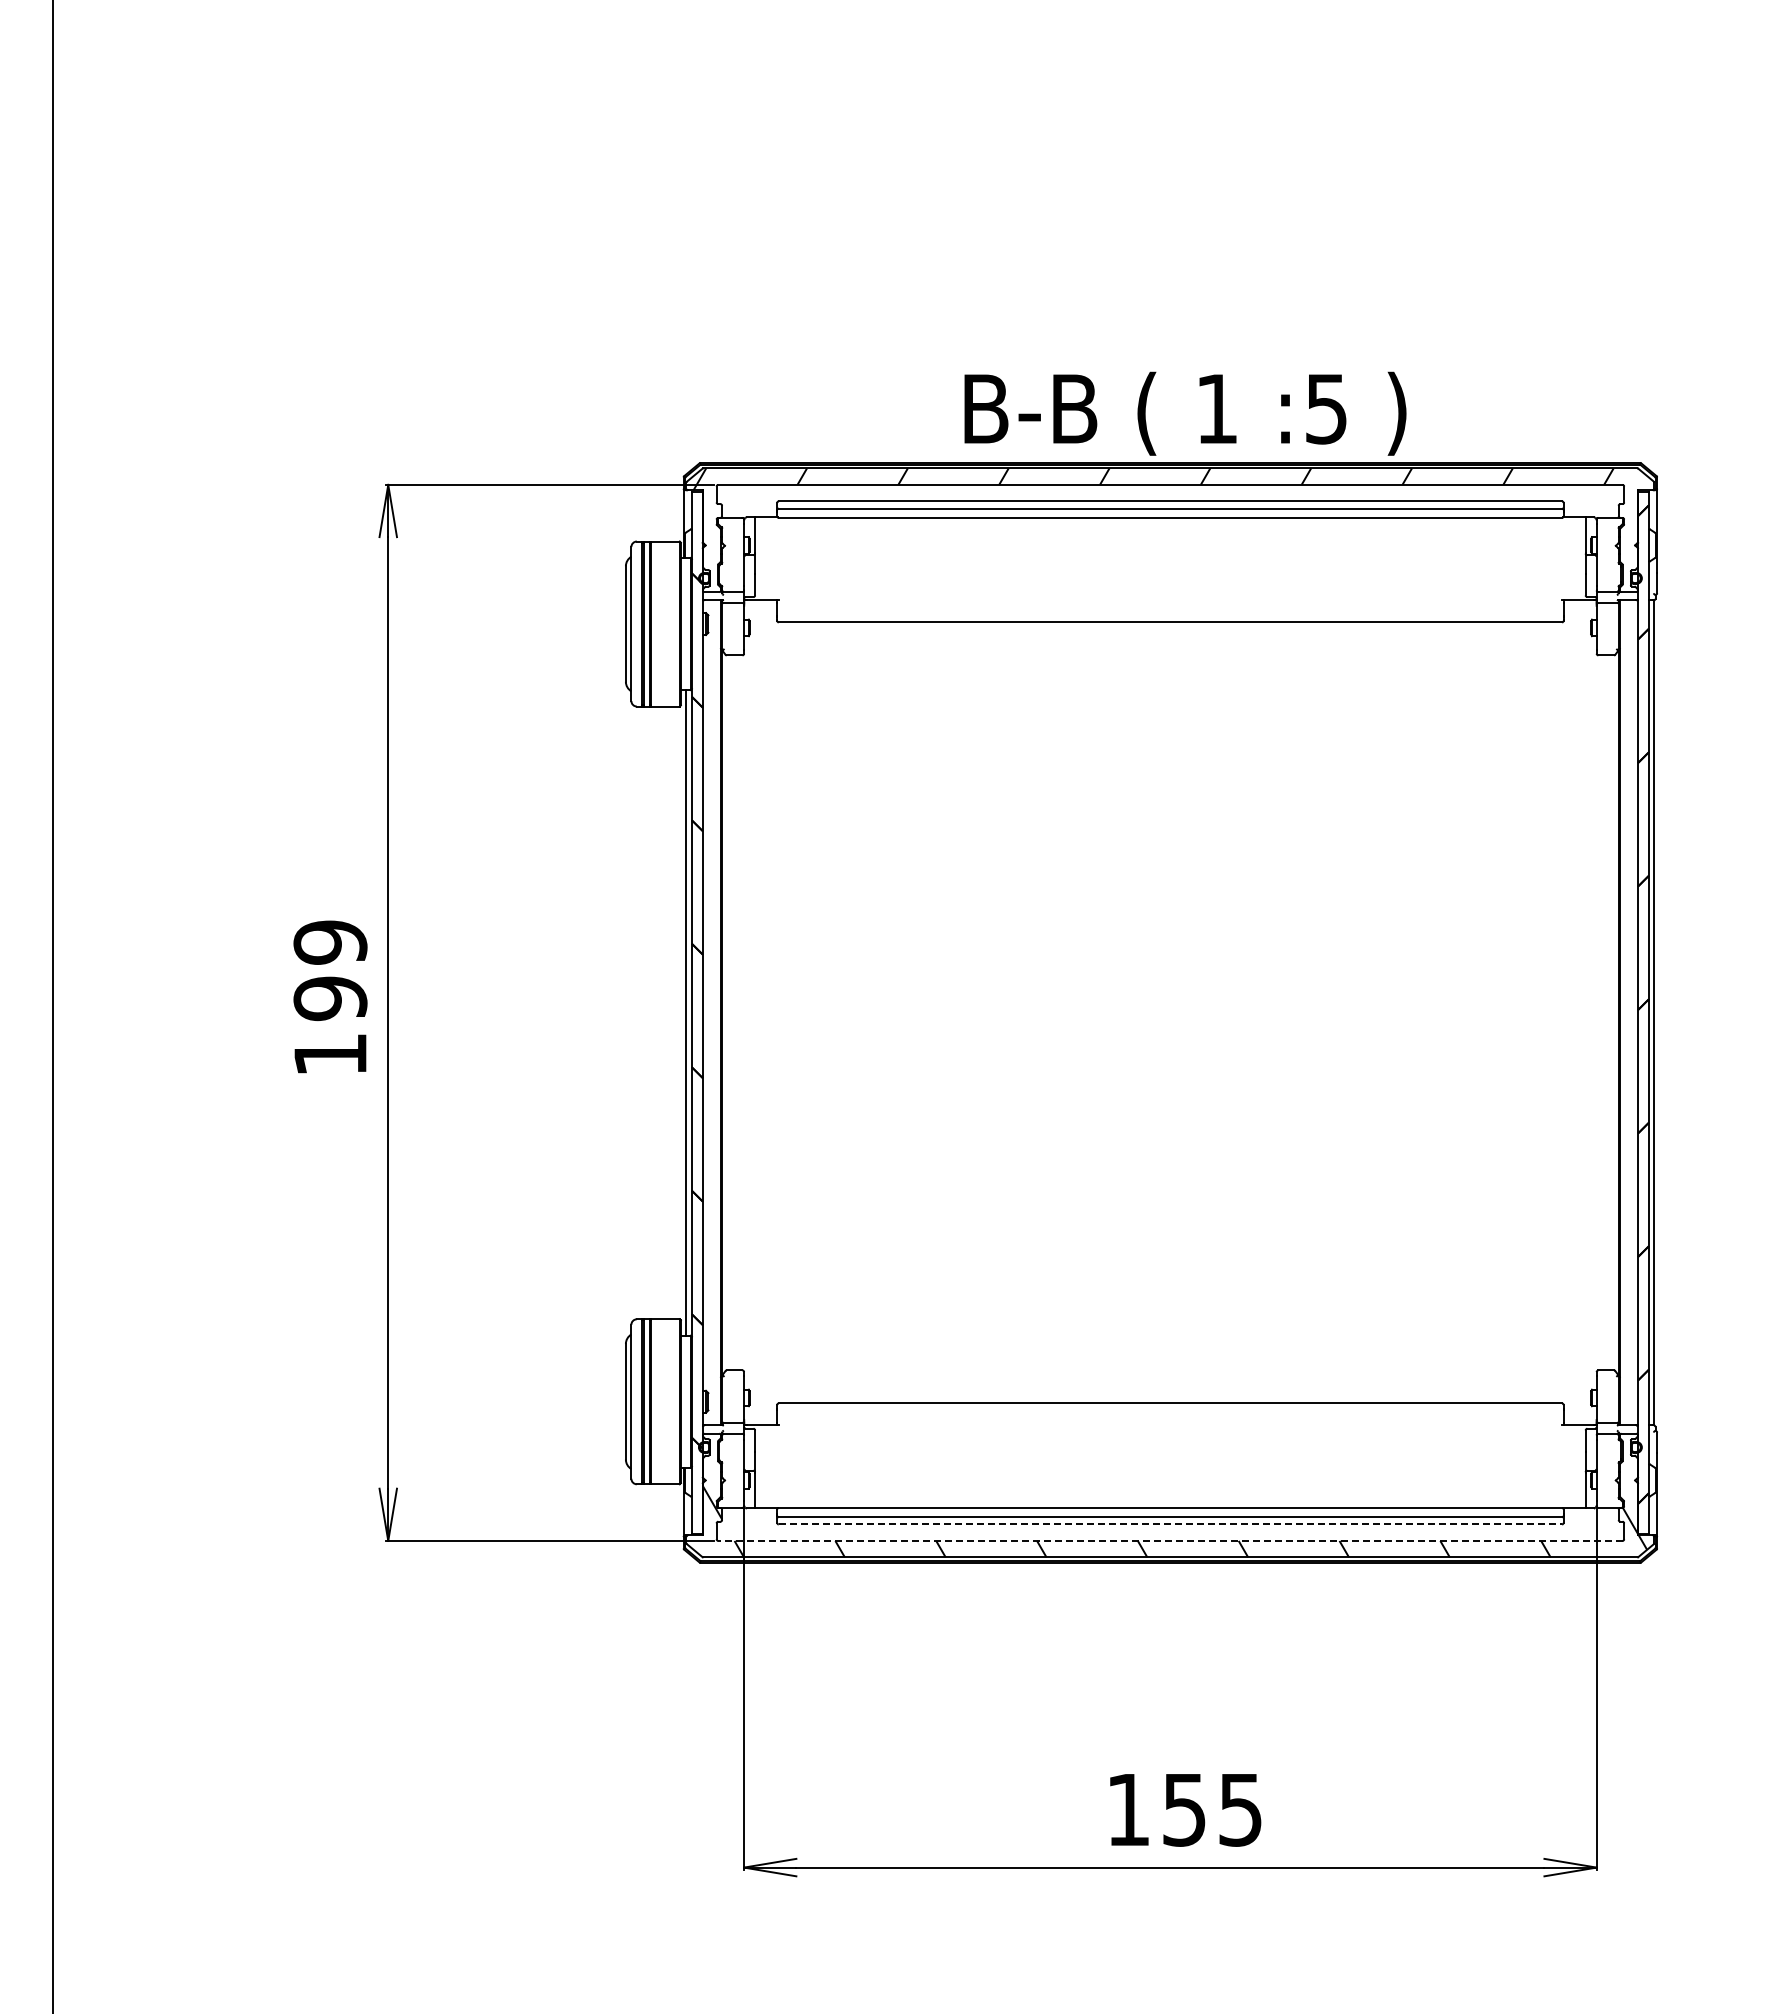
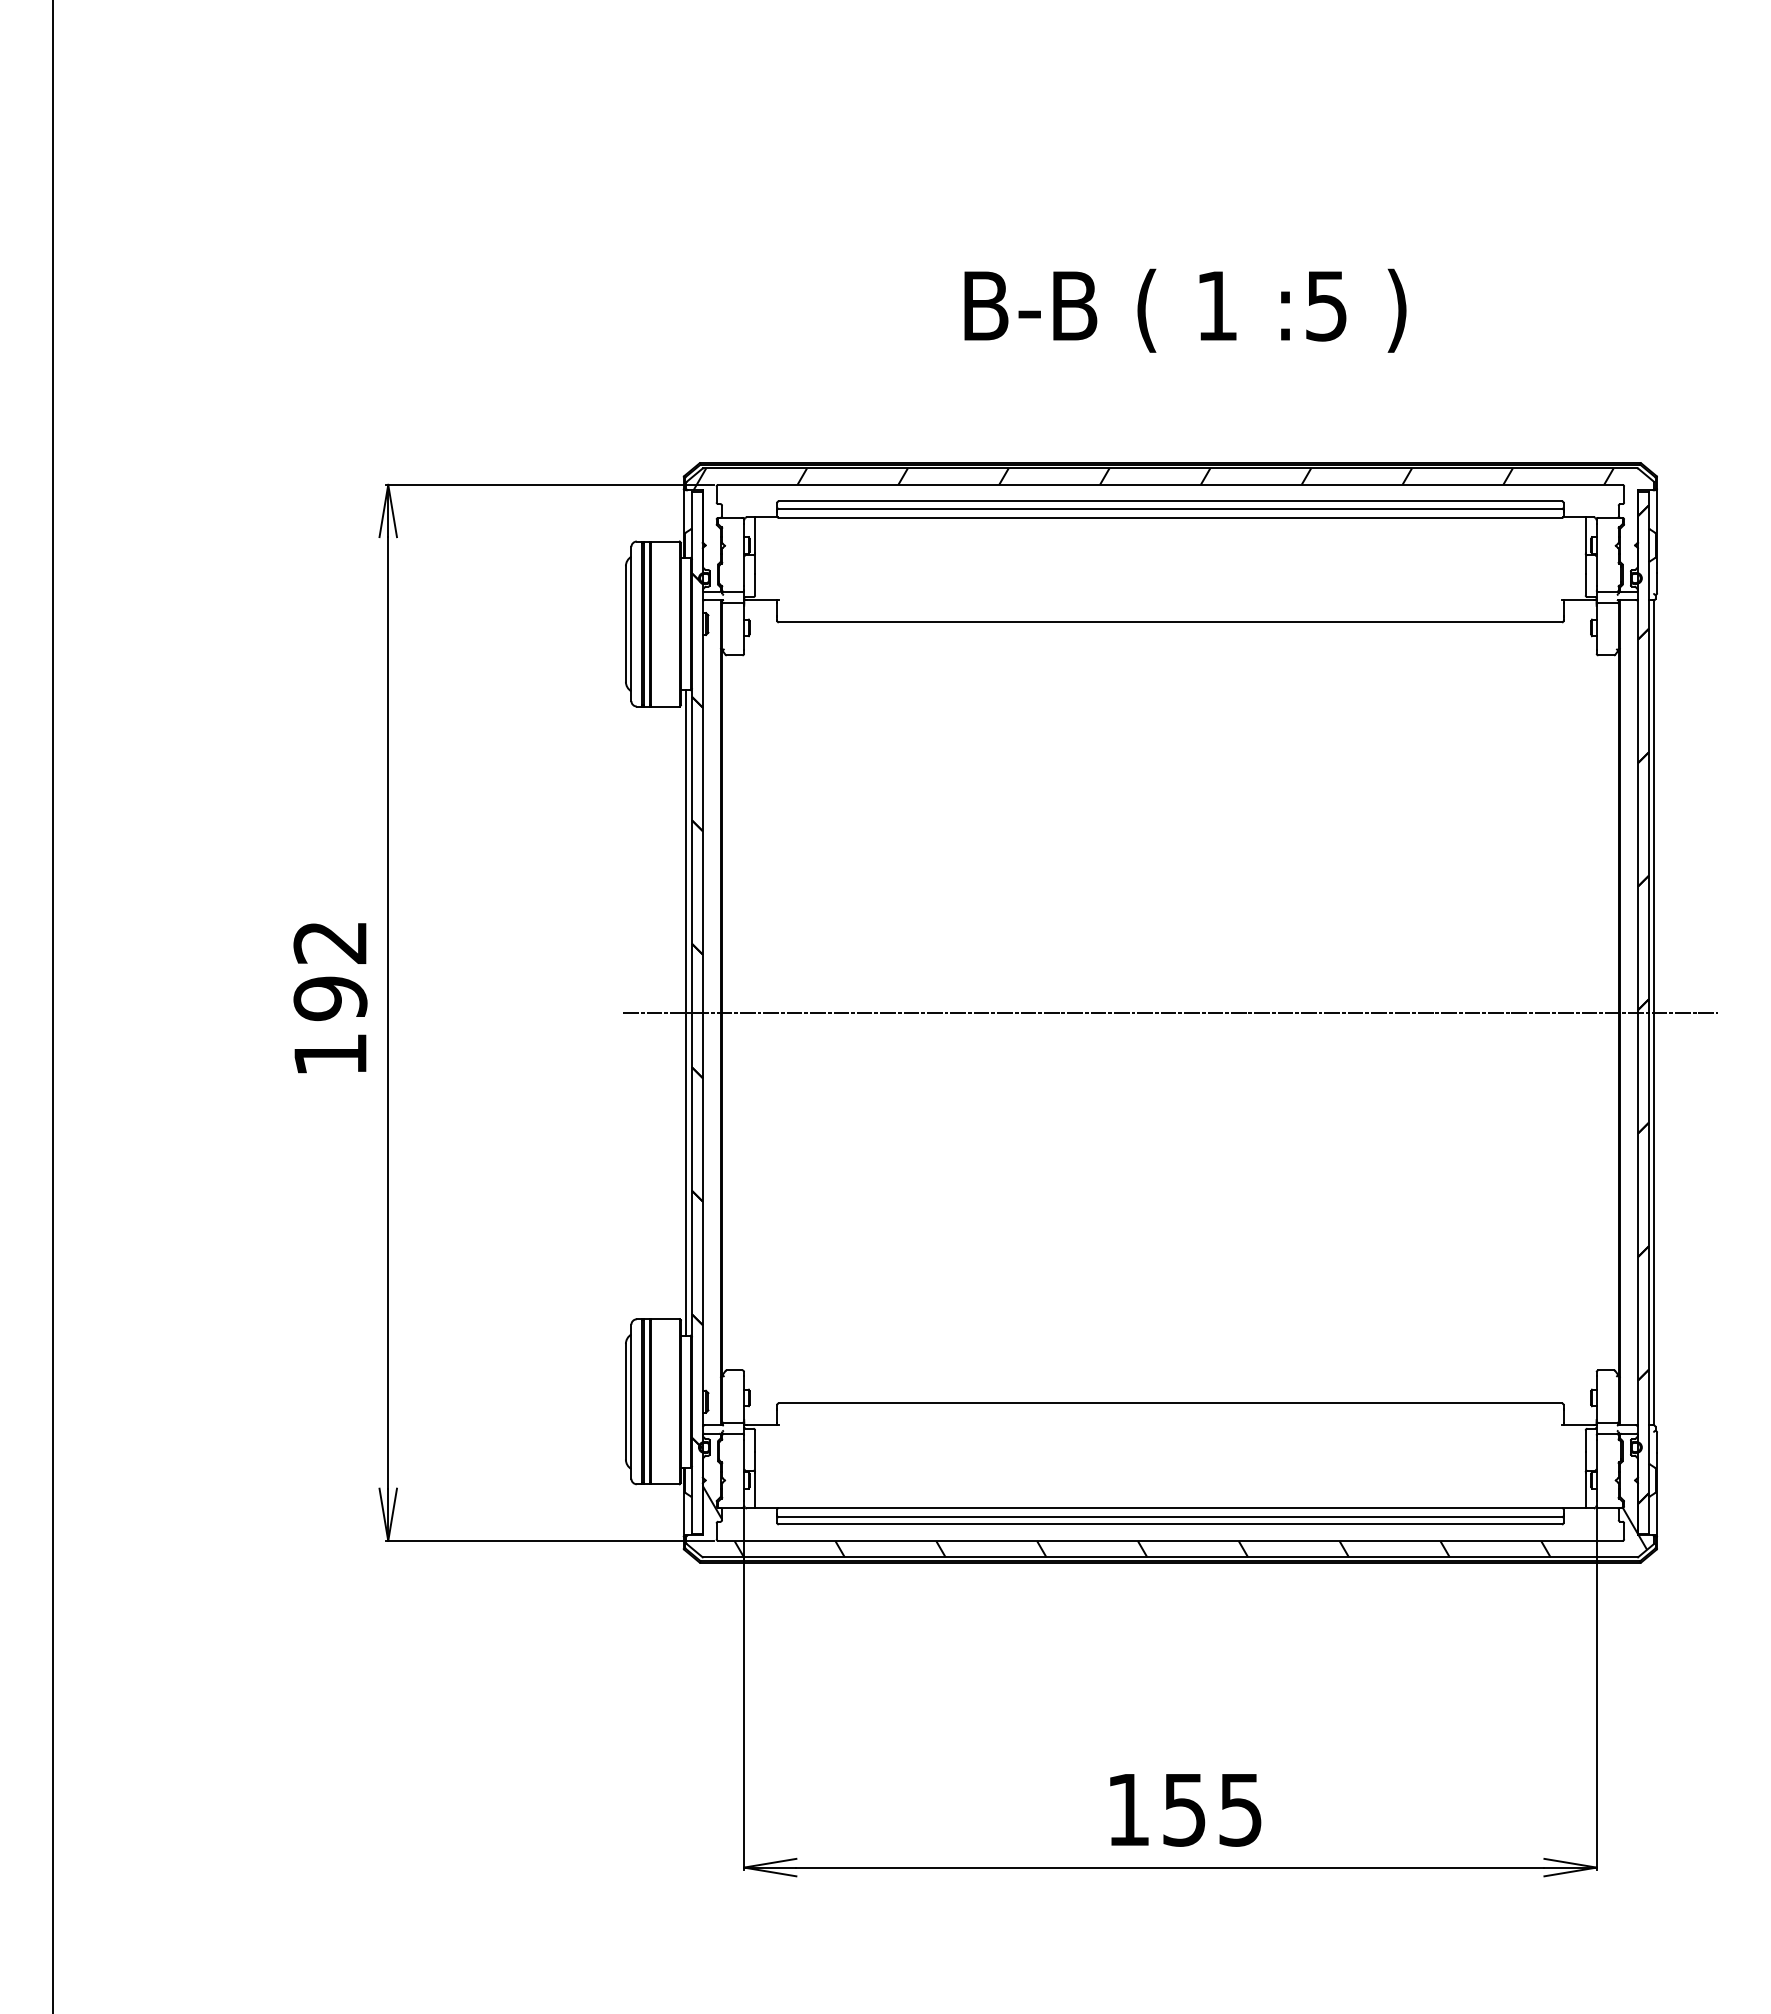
text at (1185, 413) position: (1185, 413) -> (1185, 310)
text at (330, 942): 199 -> 192
line at (1170, 1012): none -> present
line at (1170, 1524): dashed -> solid
line at (1169, 1540): dashed -> solid
